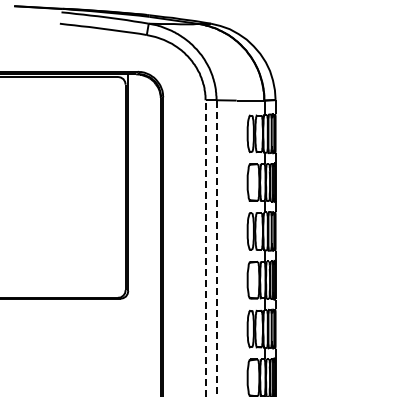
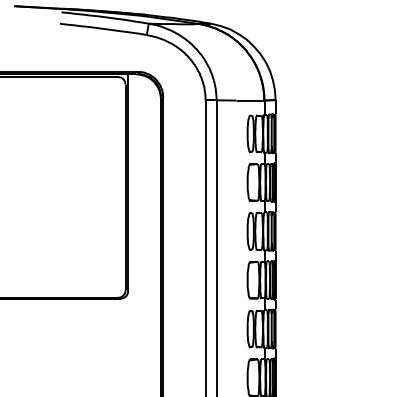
line at (205, 248): dashed -> solid
line at (216, 248): dashed -> solid
